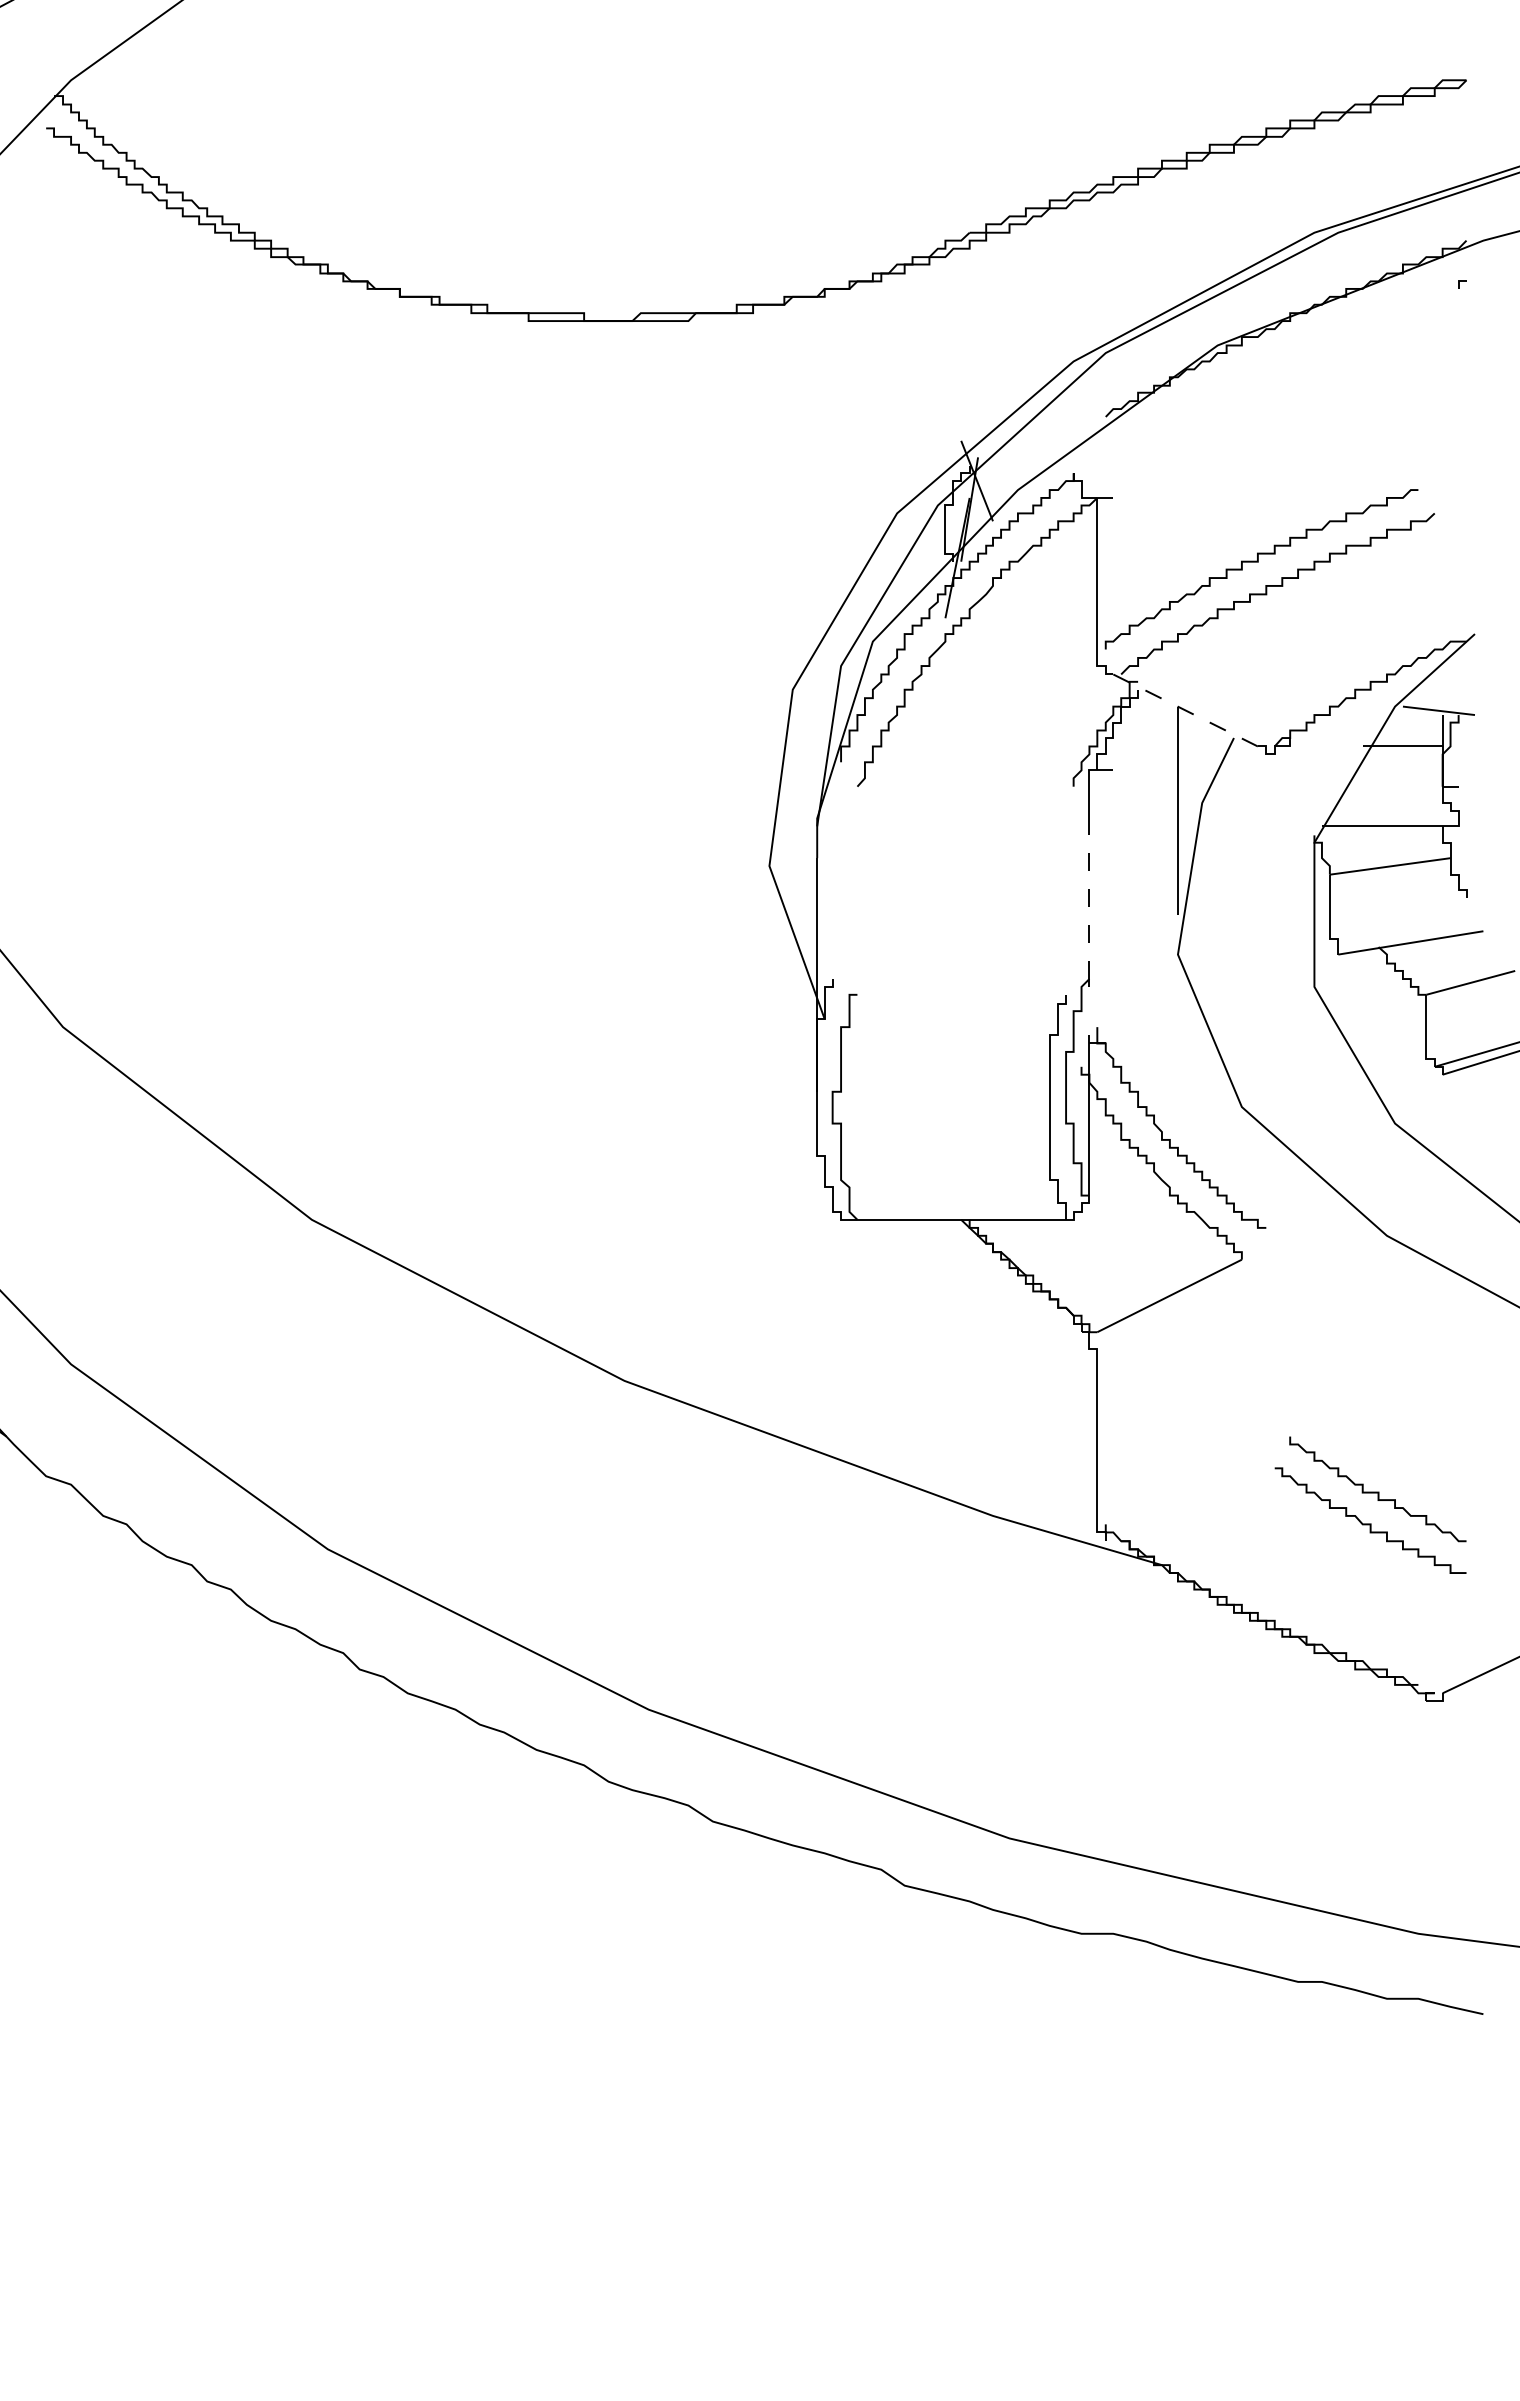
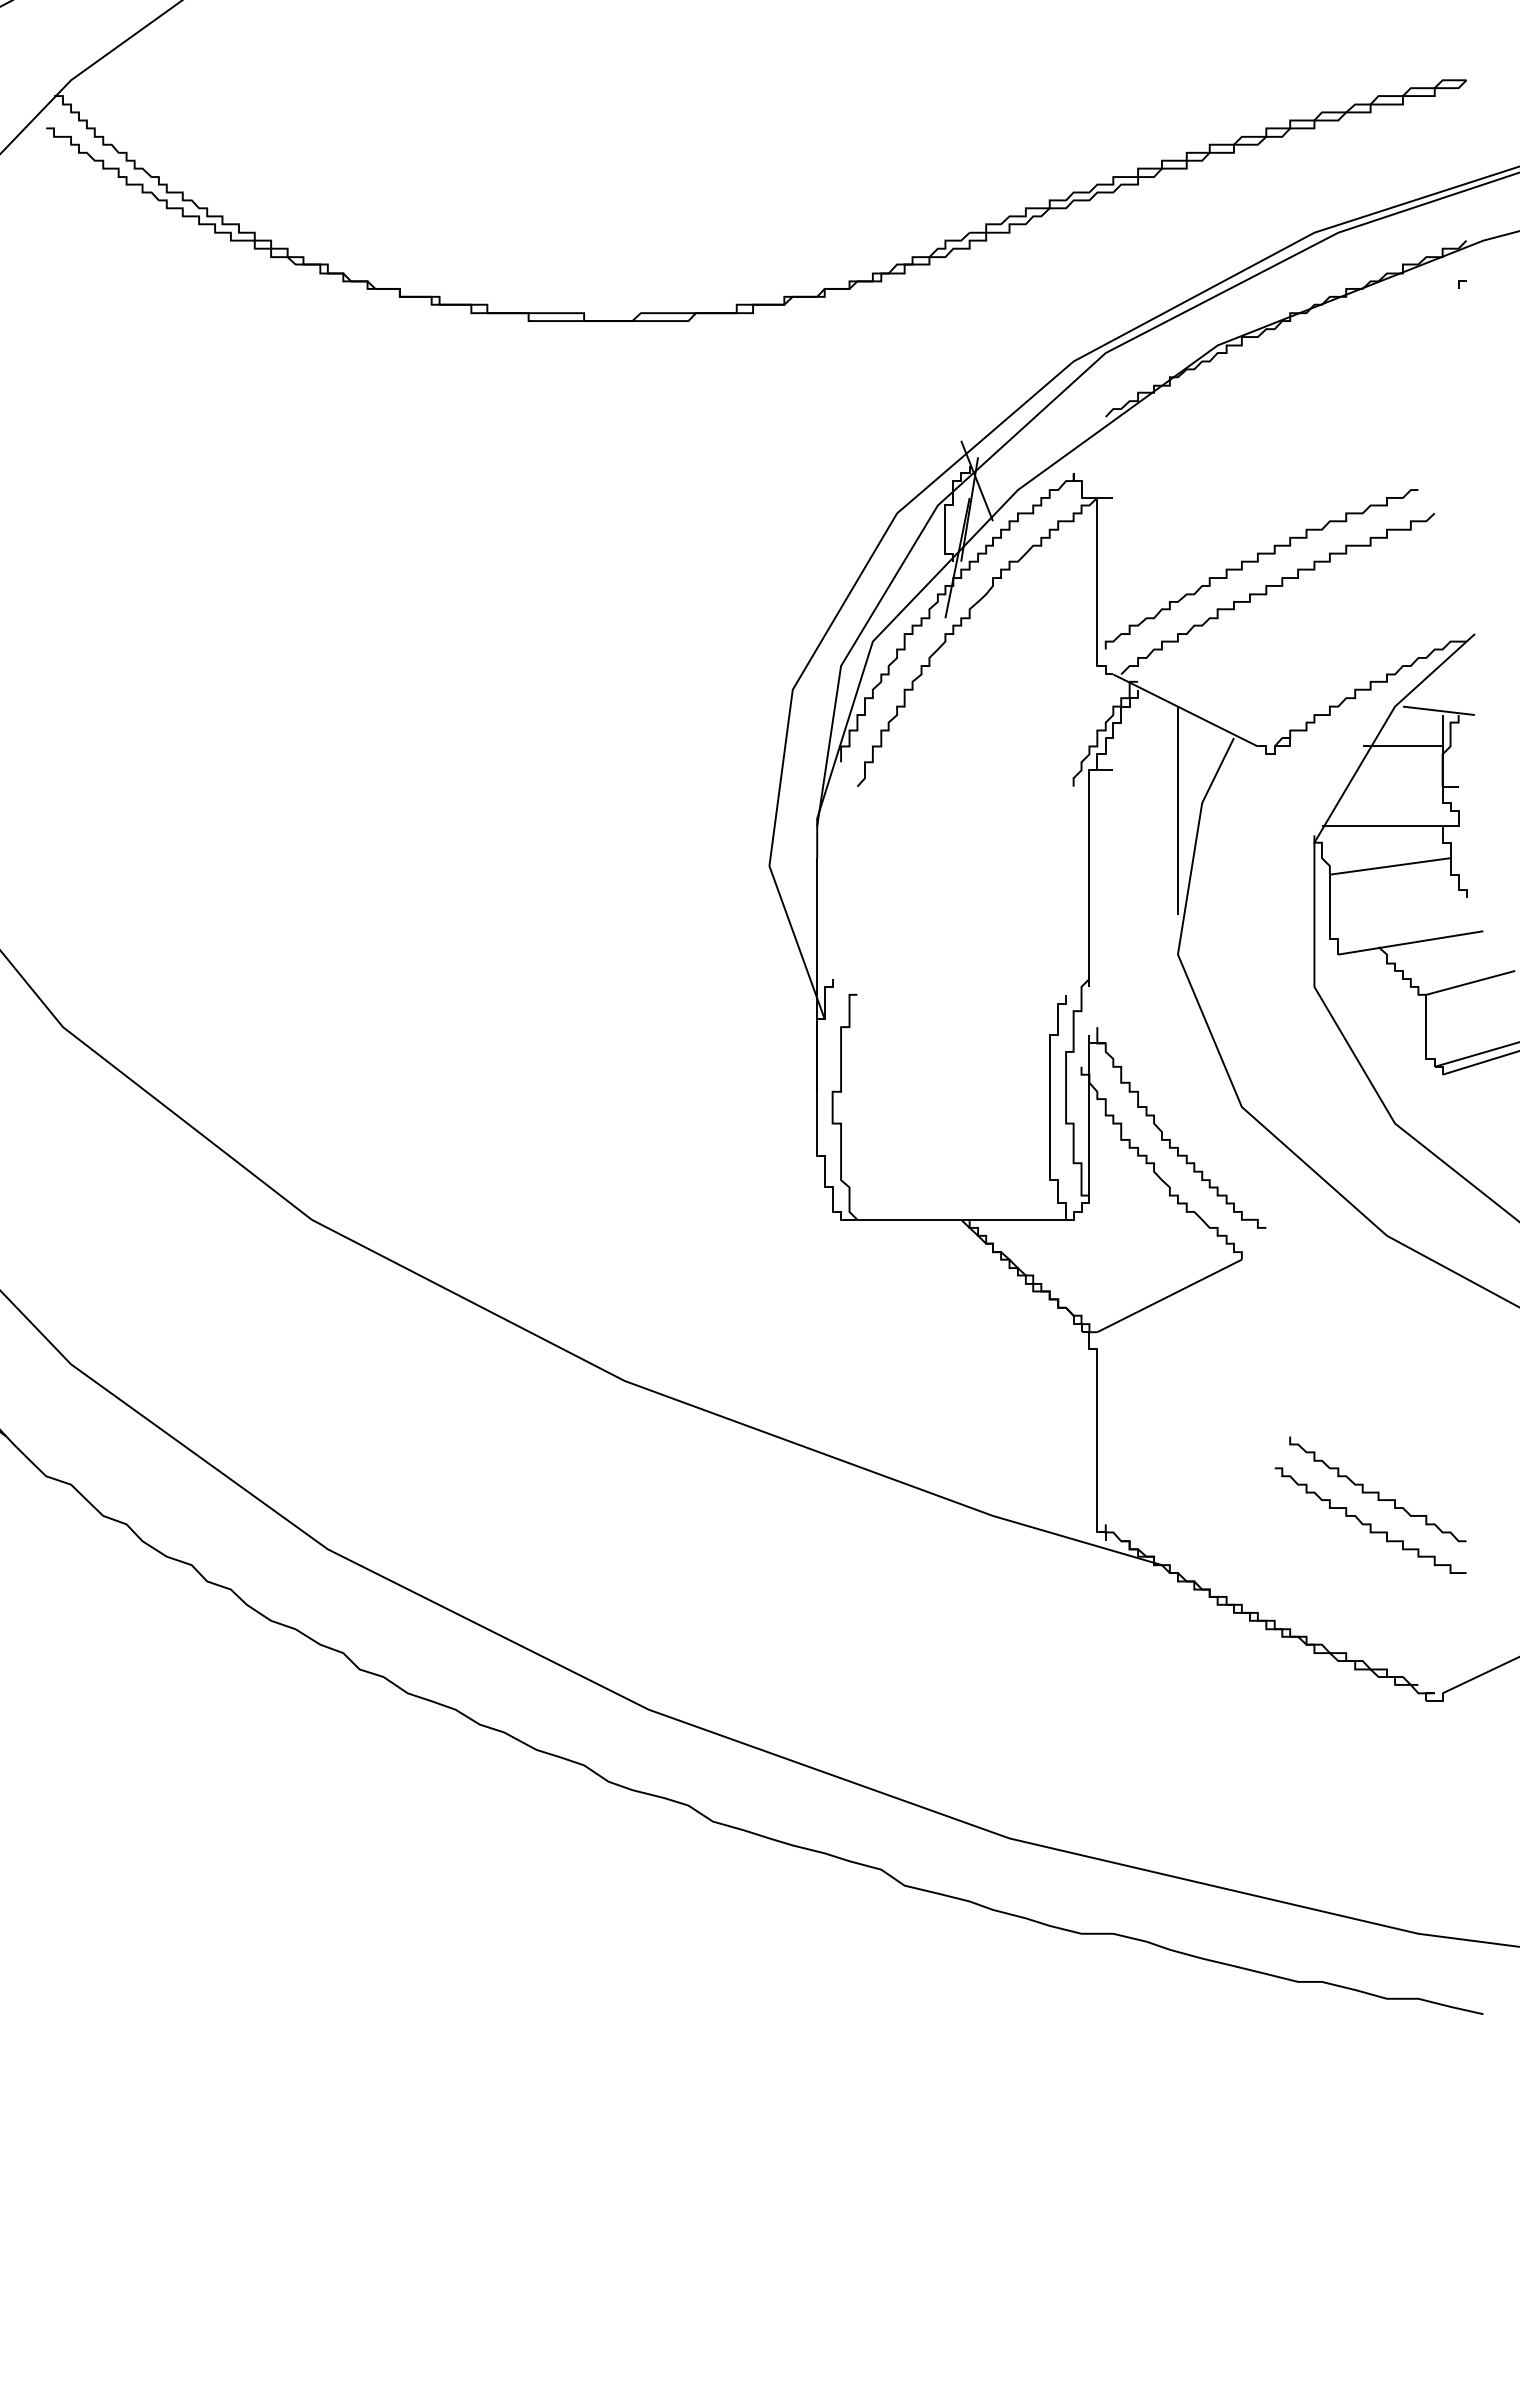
line at (1185, 710): dashed -> solid
line at (1089, 902): dashed -> solid
